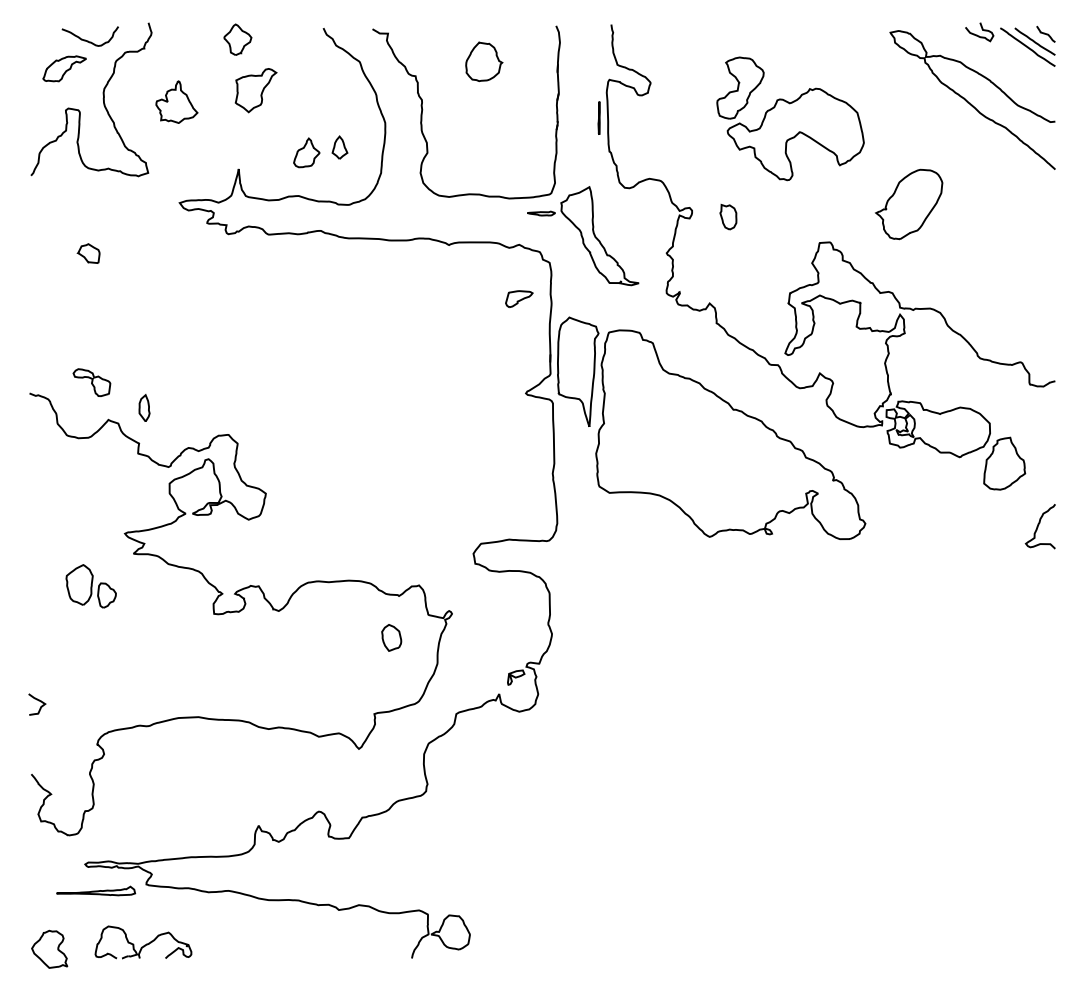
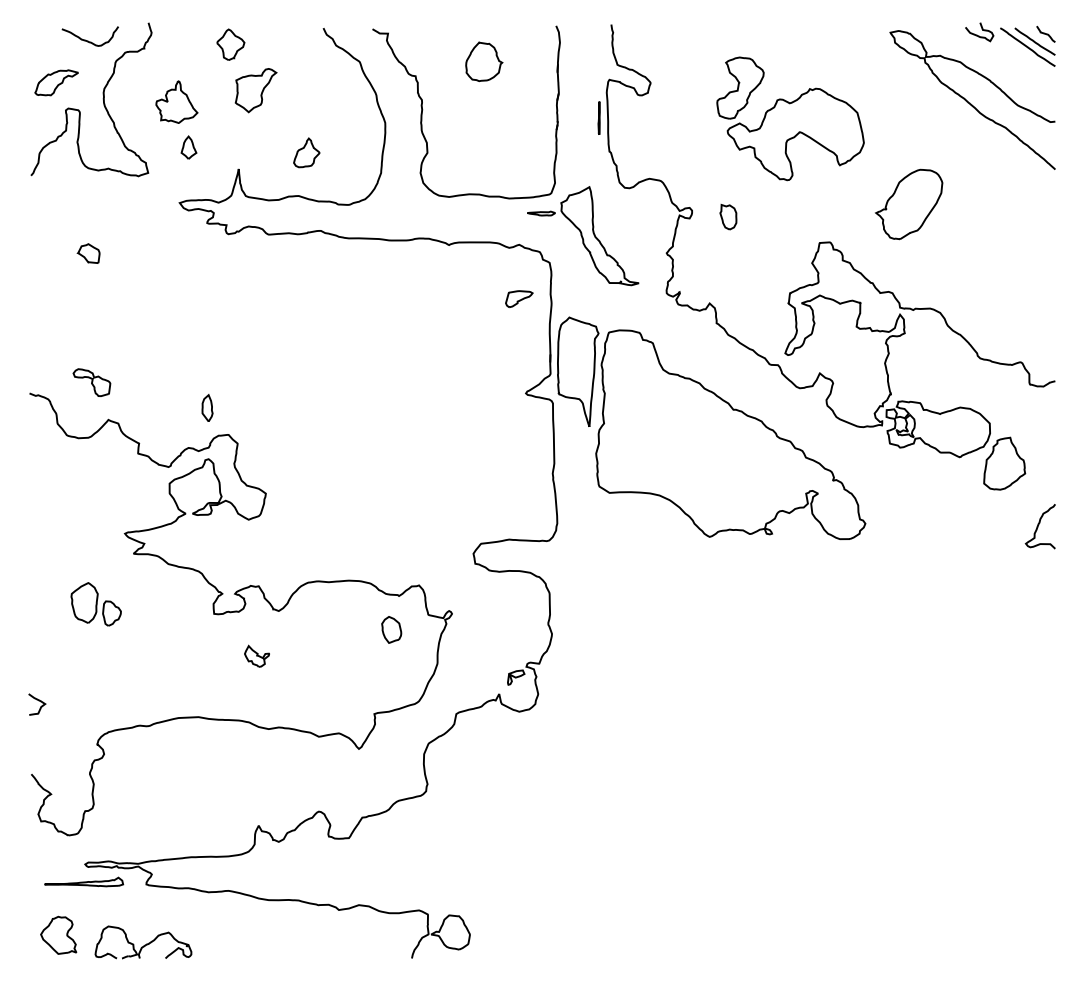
part at (237, 39) position: (237, 39) -> (230, 44)
part at (64, 68) position: (64, 68) -> (56, 82)
part at (339, 147) position: (339, 147) -> (188, 147)
part at (144, 407) position: (144, 407) -> (207, 407)
part at (90, 586) position: (90, 586) -> (95, 604)
part at (391, 637) position: (391, 637) -> (391, 629)
part at (256, 655): none -> present
part at (96, 890) position: (96, 890) -> (84, 881)
part at (49, 948) position: (49, 948) -> (58, 934)
